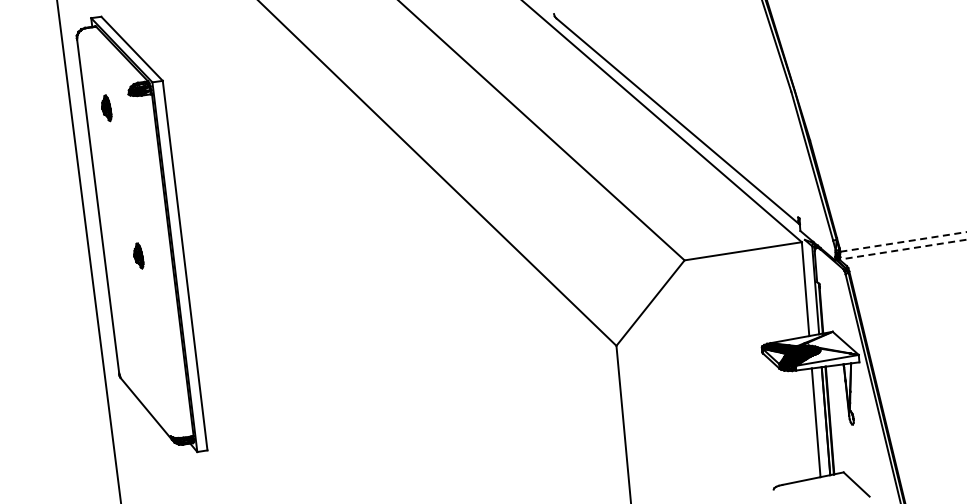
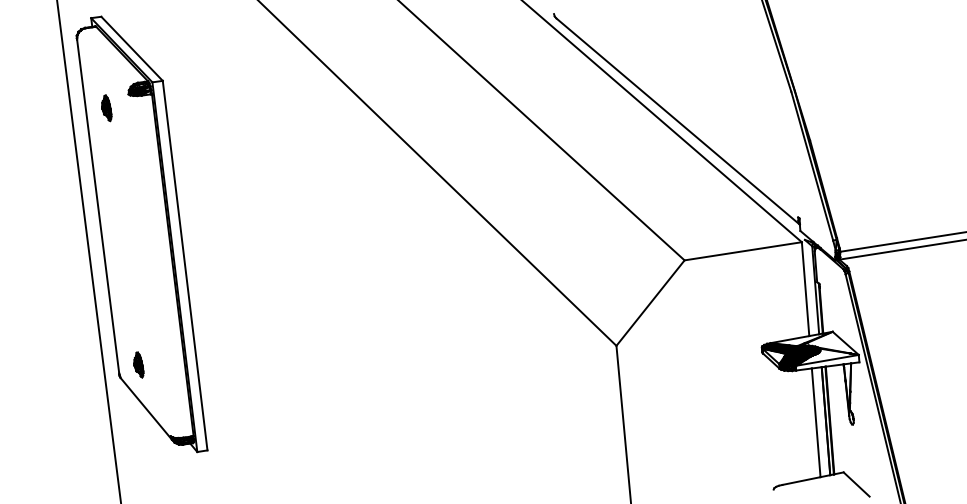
line at (903, 241): dashed -> solid
line at (902, 249): dashed -> solid
part at (138, 255) position: (138, 255) -> (138, 364)
